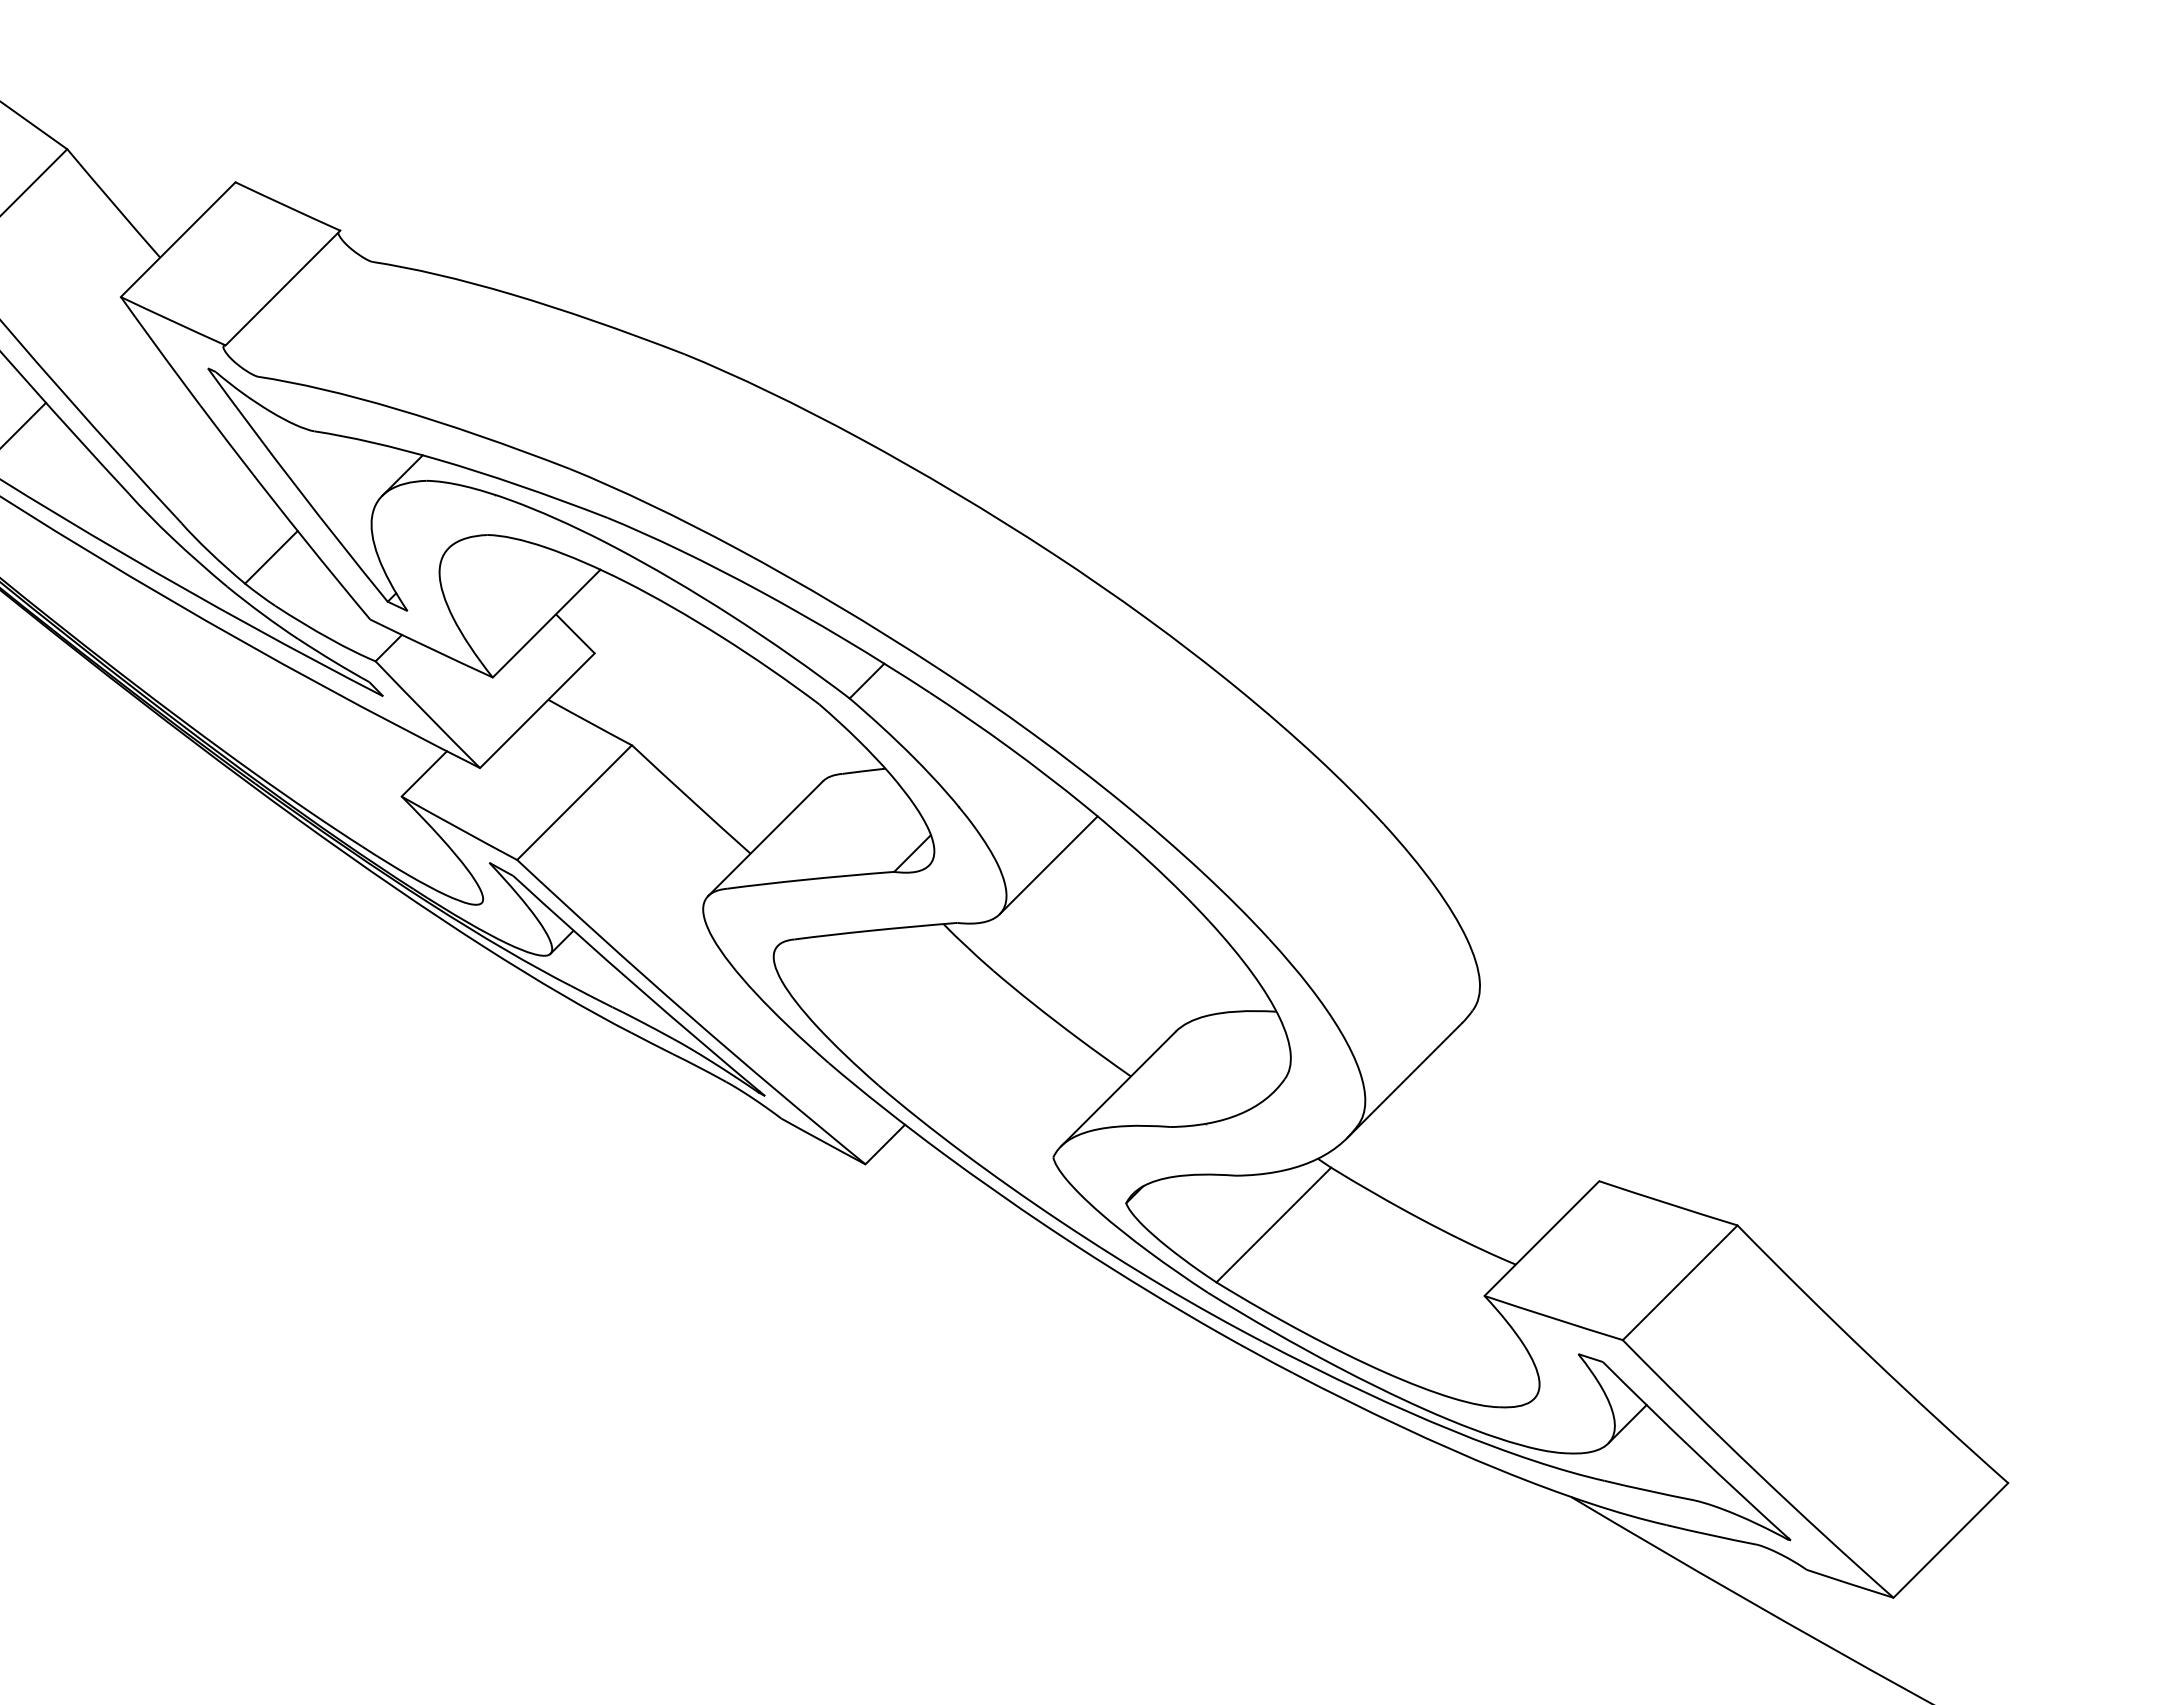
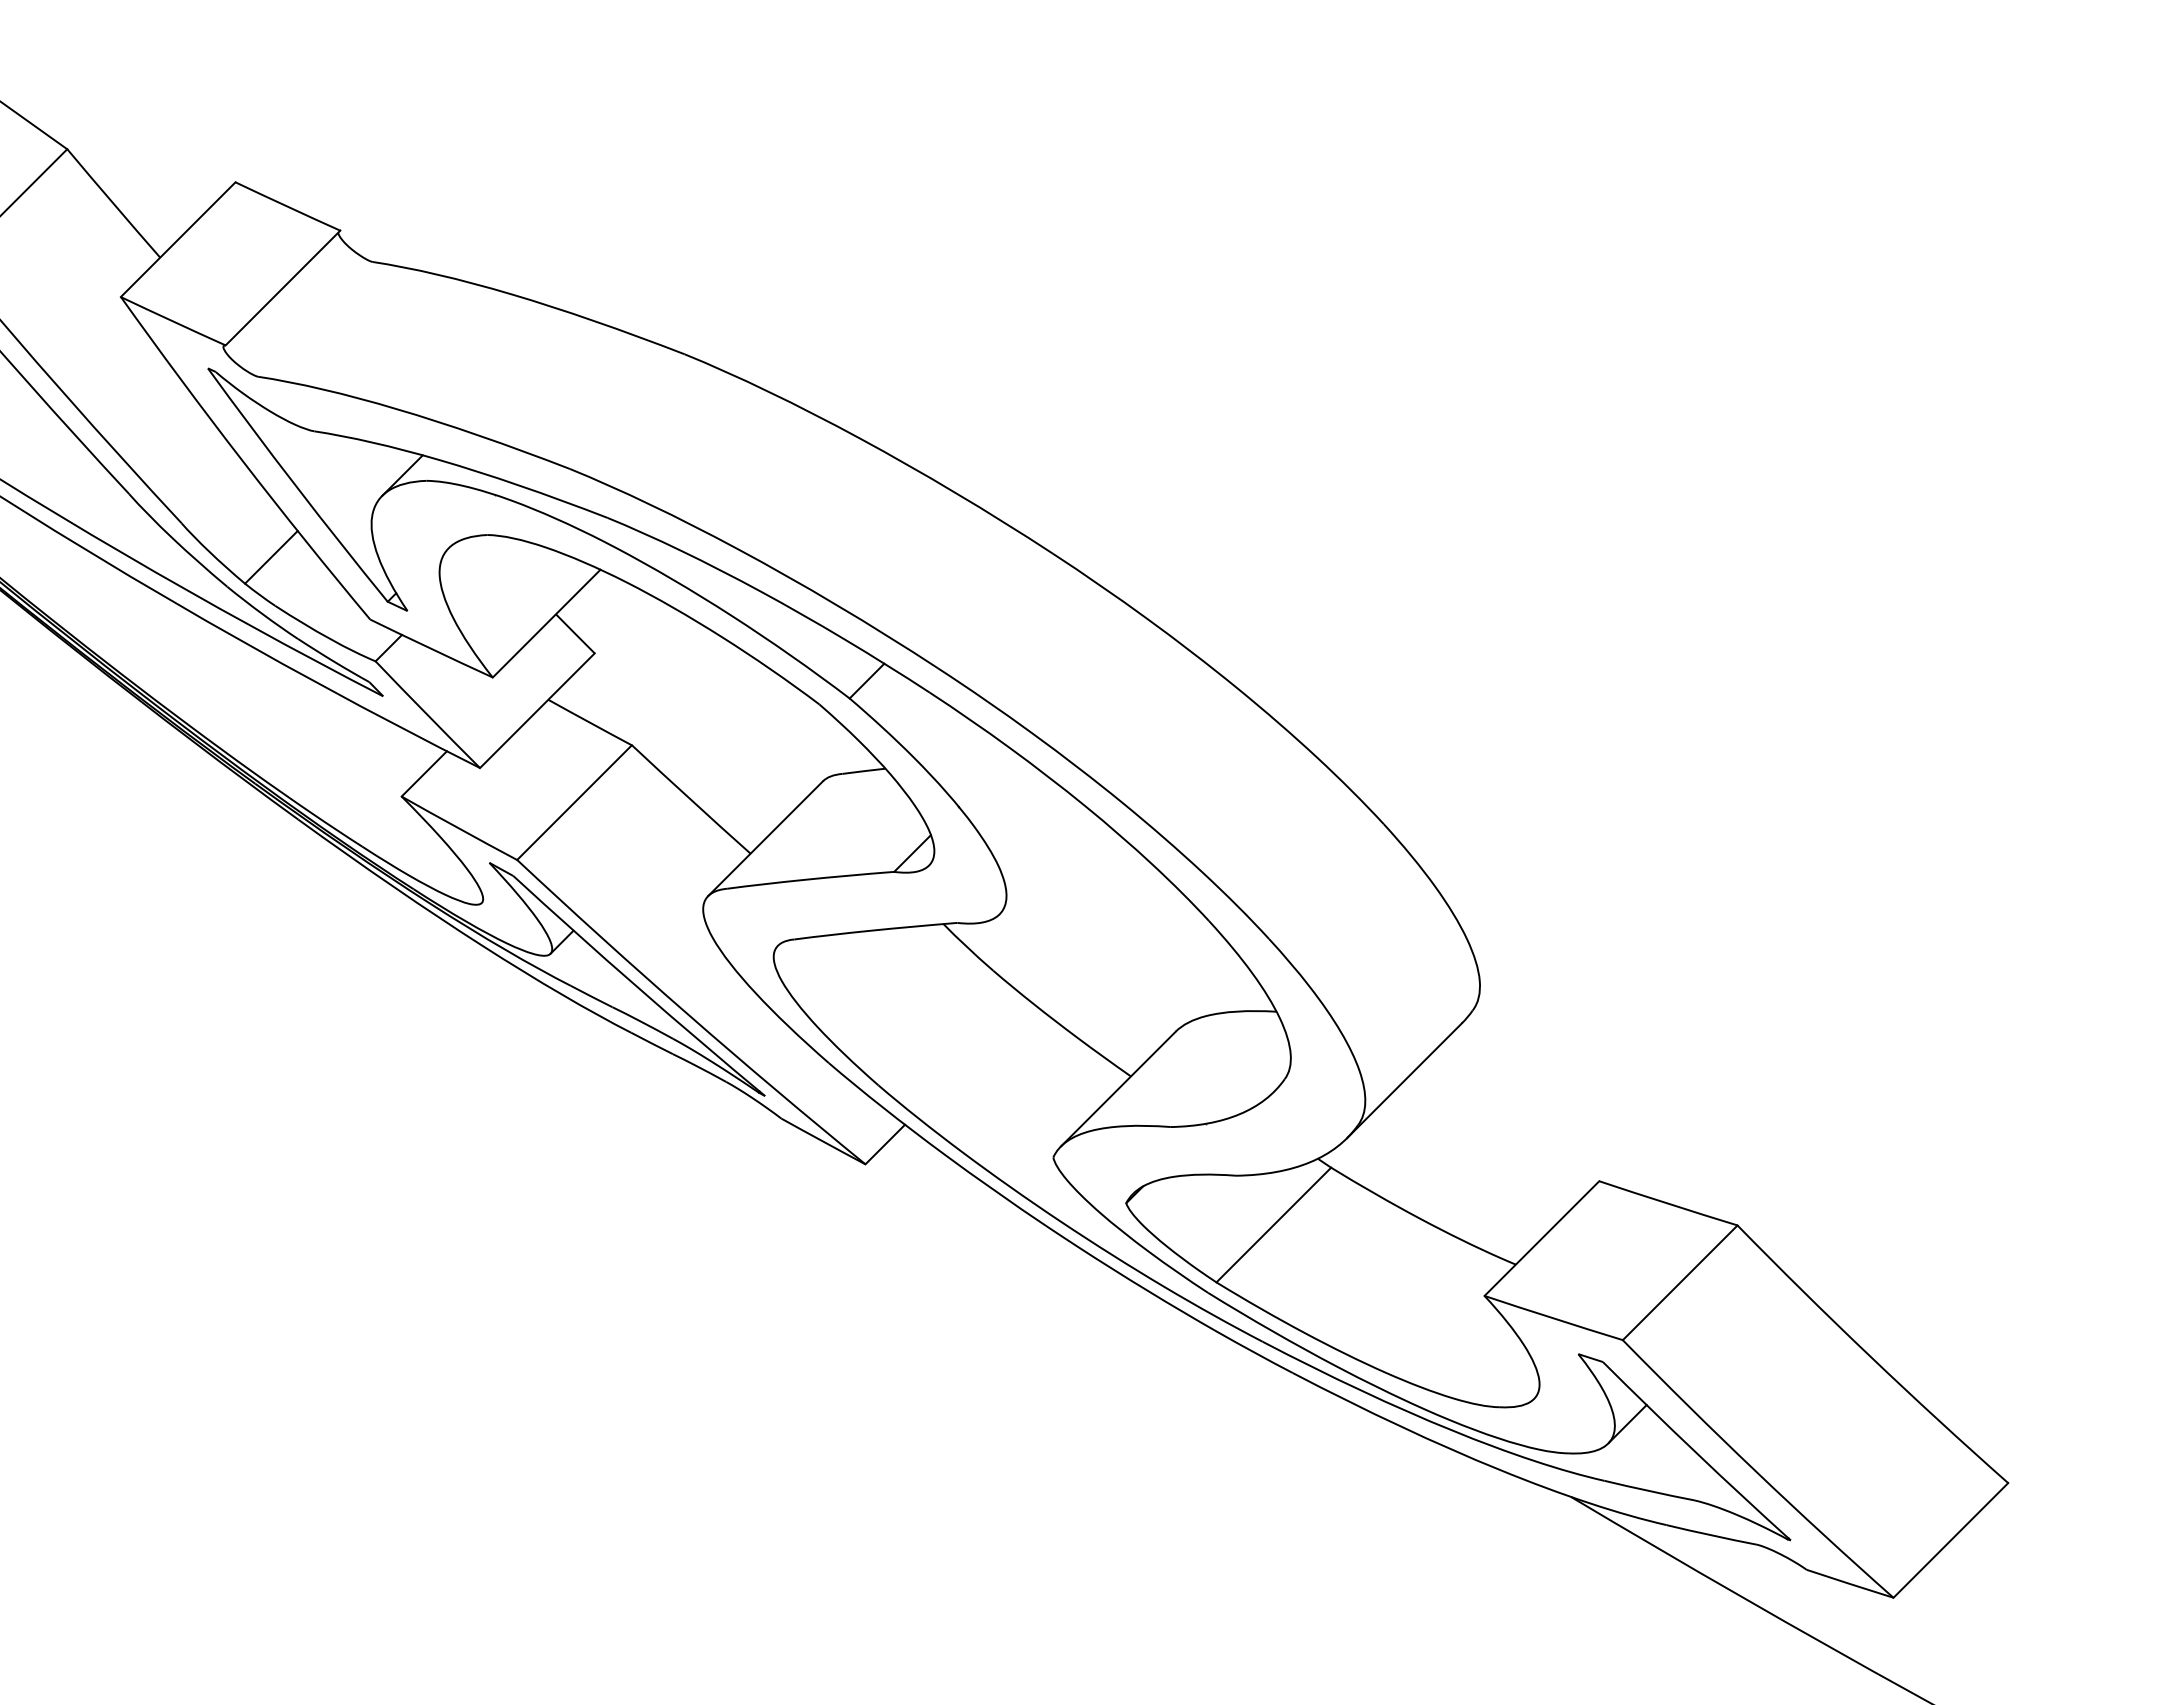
line at (24, 424): present -> none
line at (1048, 864): present -> none
